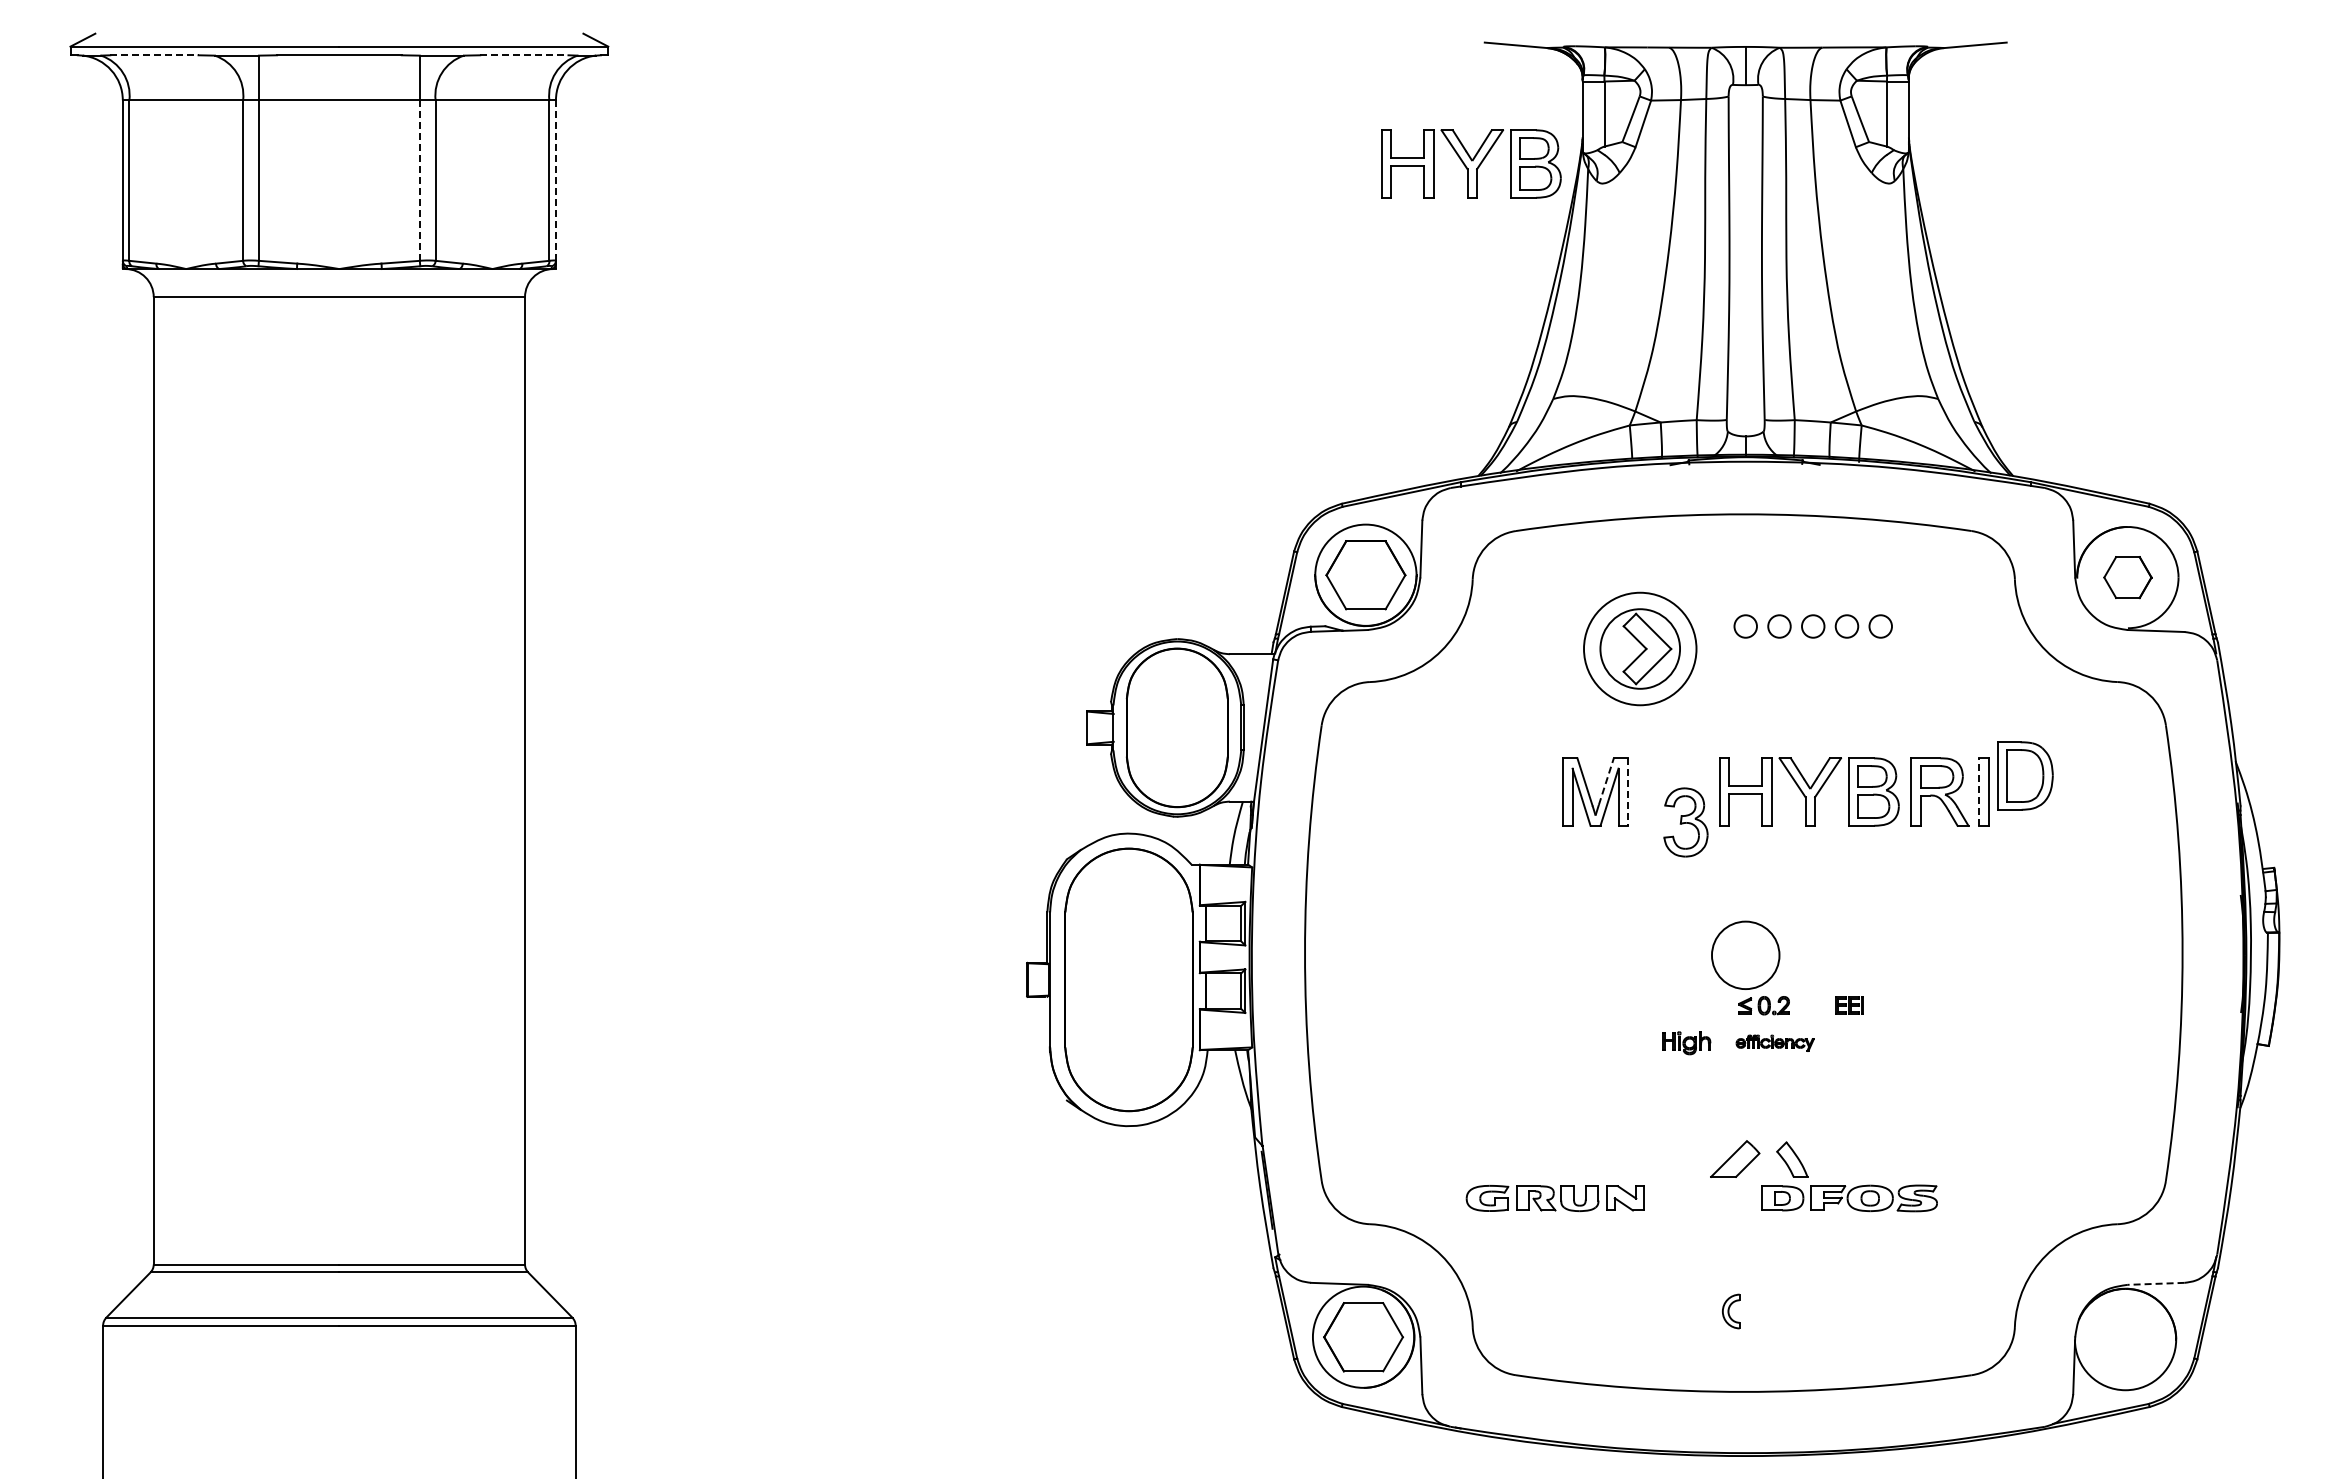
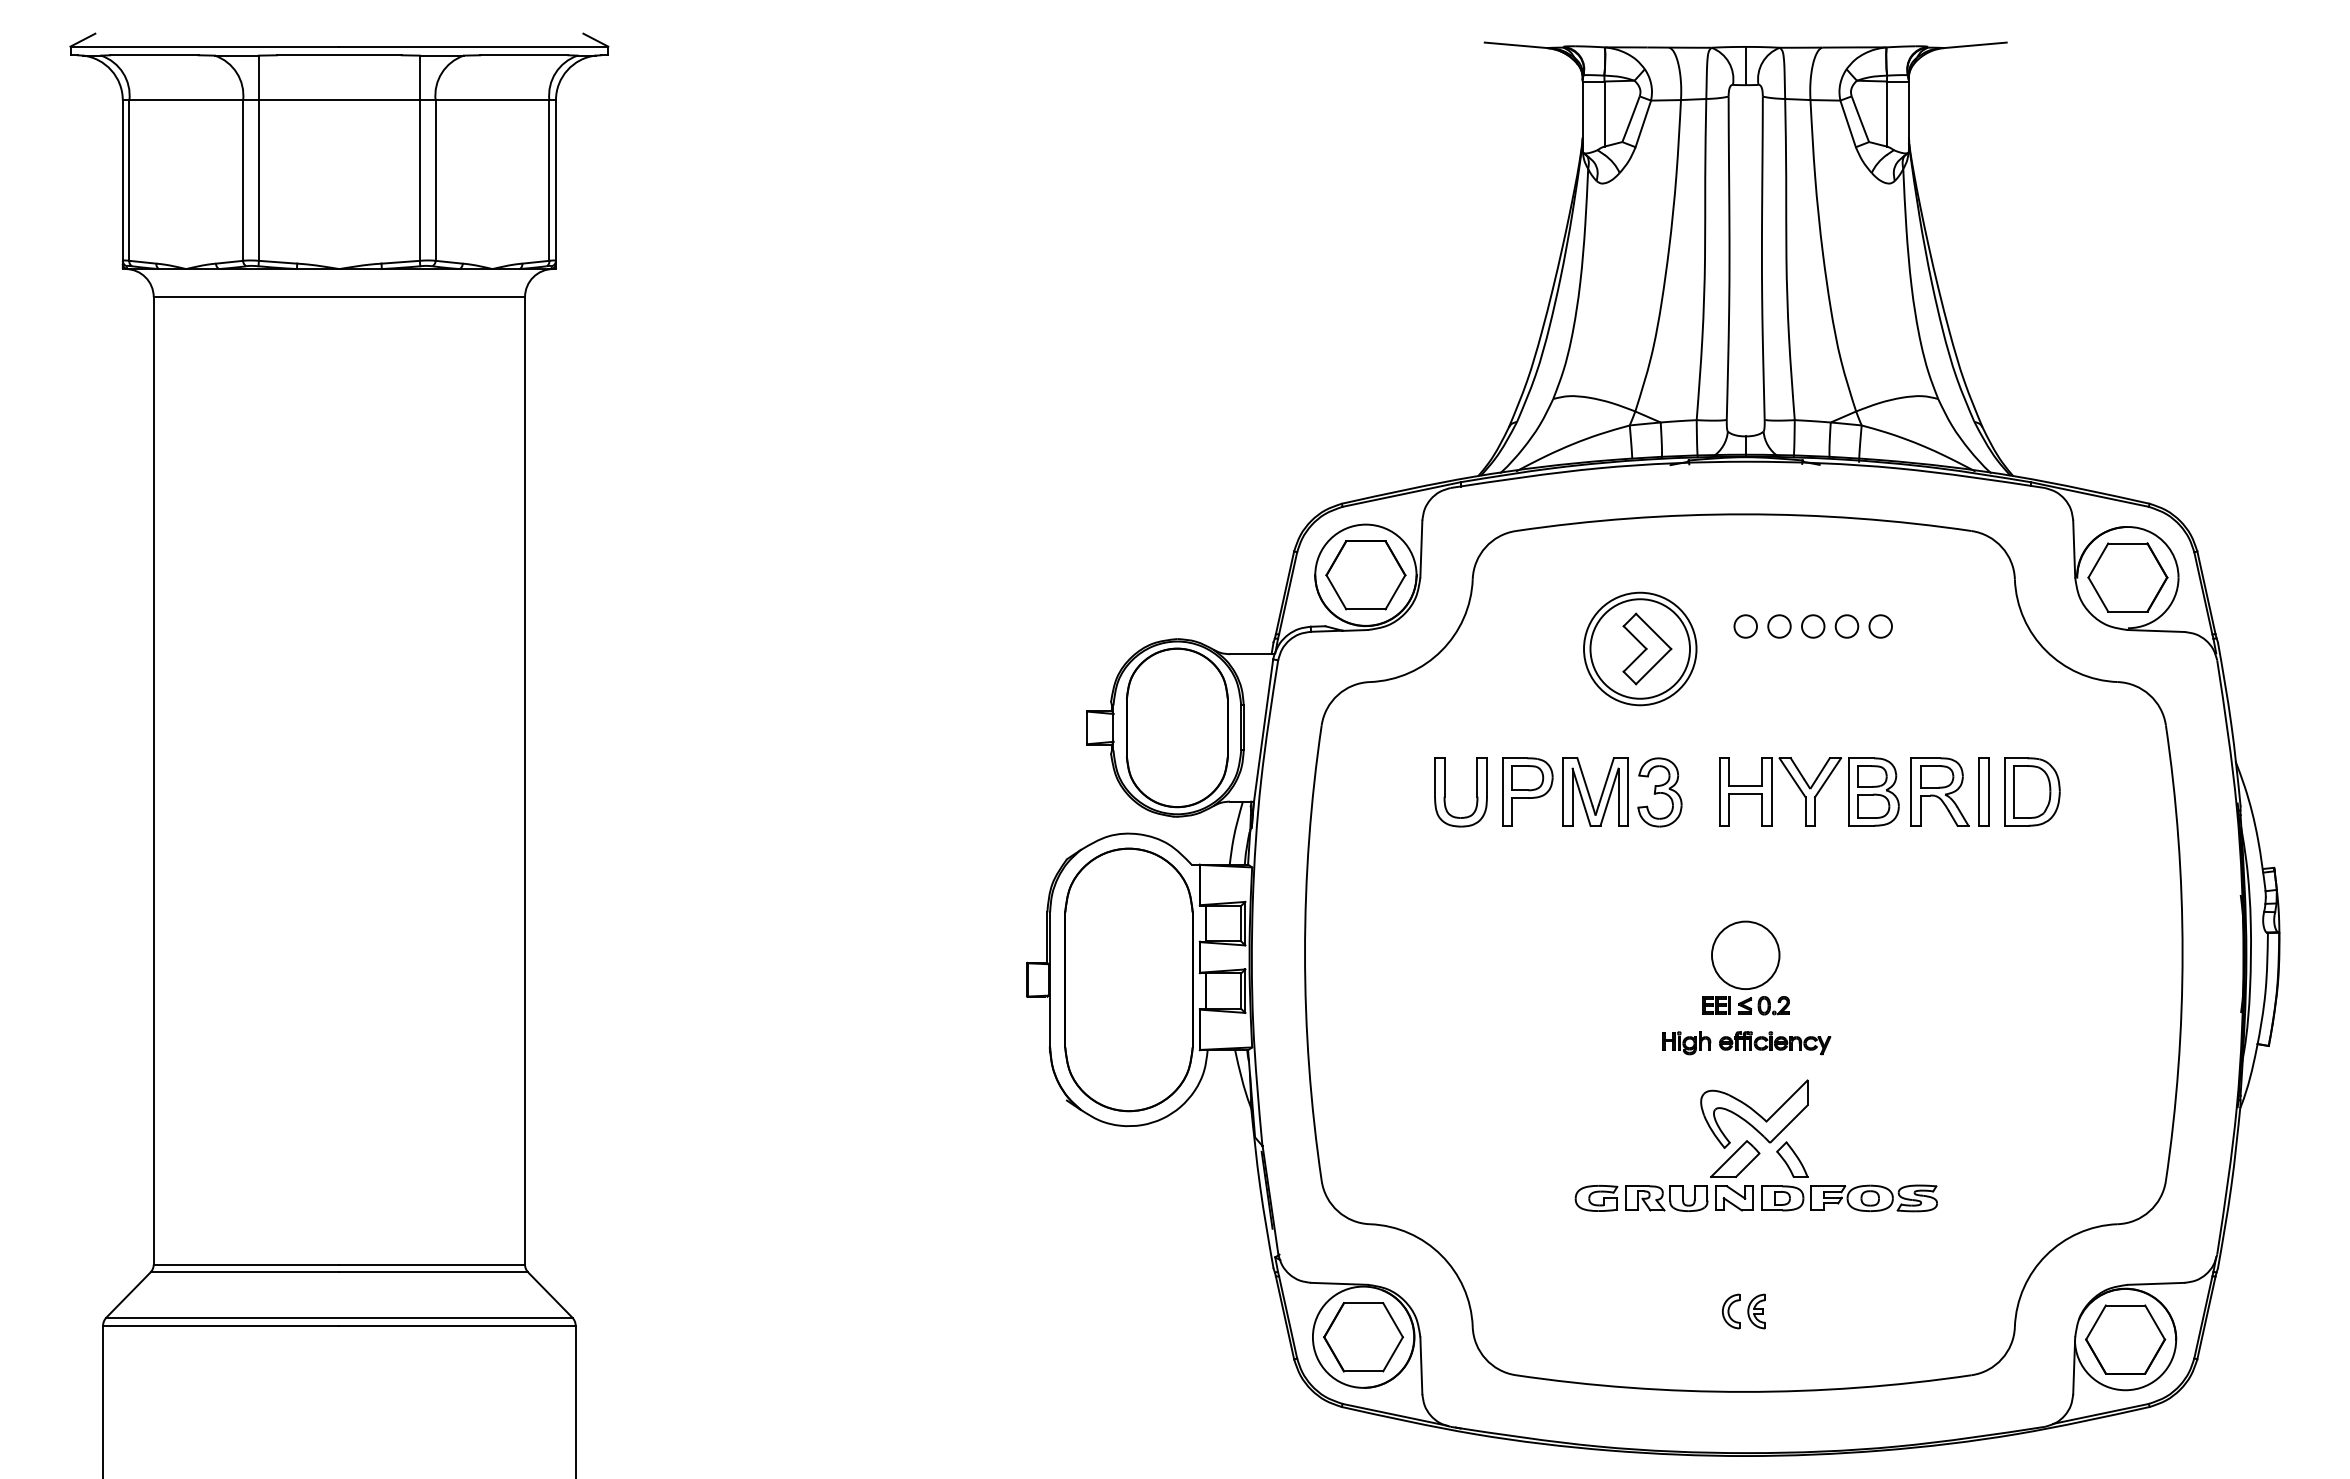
line at (154, 55): dashed -> solid
line at (524, 55): dashed -> solid
part at (1471, 163): present -> none
line at (419, 180): dashed -> solid
line at (555, 181): dashed -> solid
part at (2127, 577) size: 50x44 px -> 82x71 px
circle at (1640, 648) diameter: 80 px -> 100 px
part at (2025, 775) position: (2025, 775) -> (2032, 791)
line at (1606, 781): dashed -> solid
part at (1527, 791): none -> present
part at (1445, 792): none -> present
line at (1628, 792): dashed -> solid
line at (1979, 792): dashed -> solid
part at (1685, 822) position: (1685, 822) -> (1659, 792)
part at (1849, 1005) position: (1849, 1005) -> (1716, 1005)
part at (1774, 1042) size: 80x18 px -> 113x25 px
part at (1754, 1113): none -> present
part at (1554, 1198) position: (1554, 1198) -> (1663, 1198)
line at (2155, 1283): dashed -> solid
part at (1756, 1311): none -> present
part at (2125, 1339): none -> present
